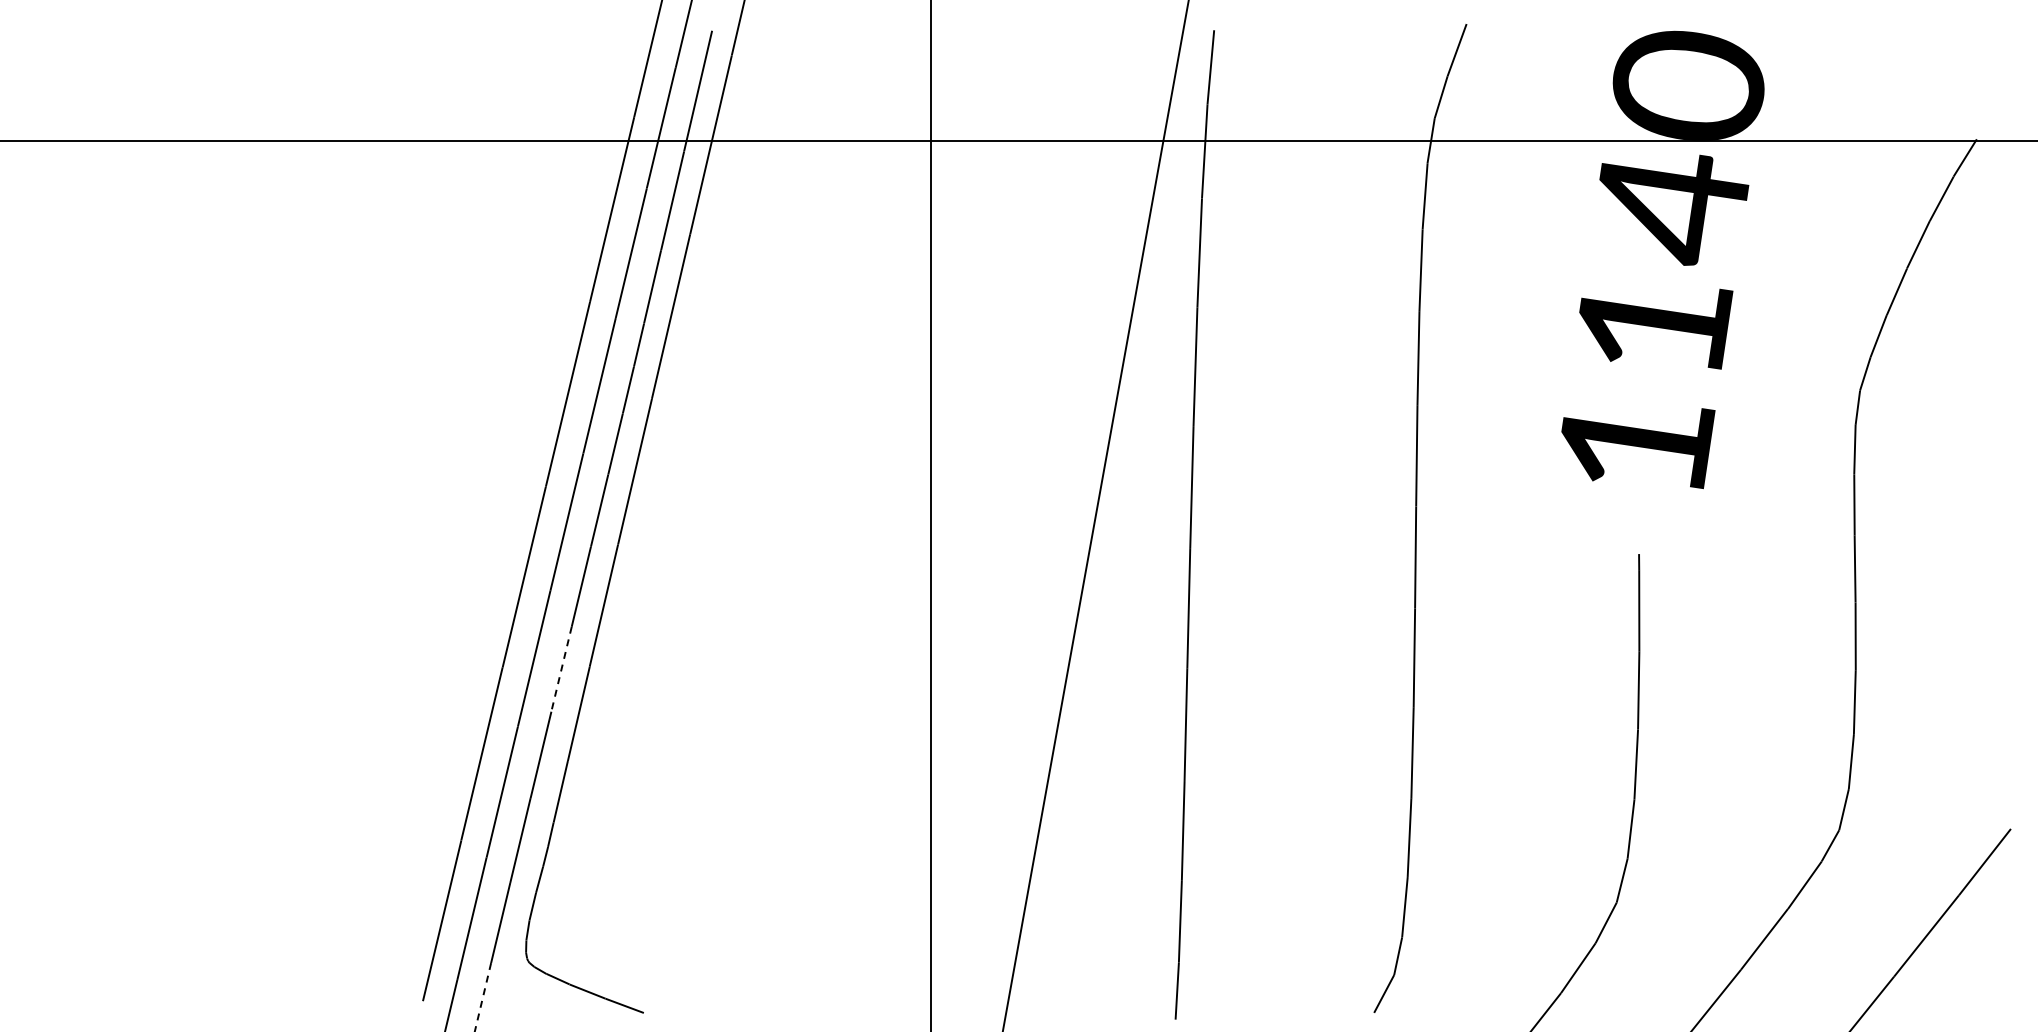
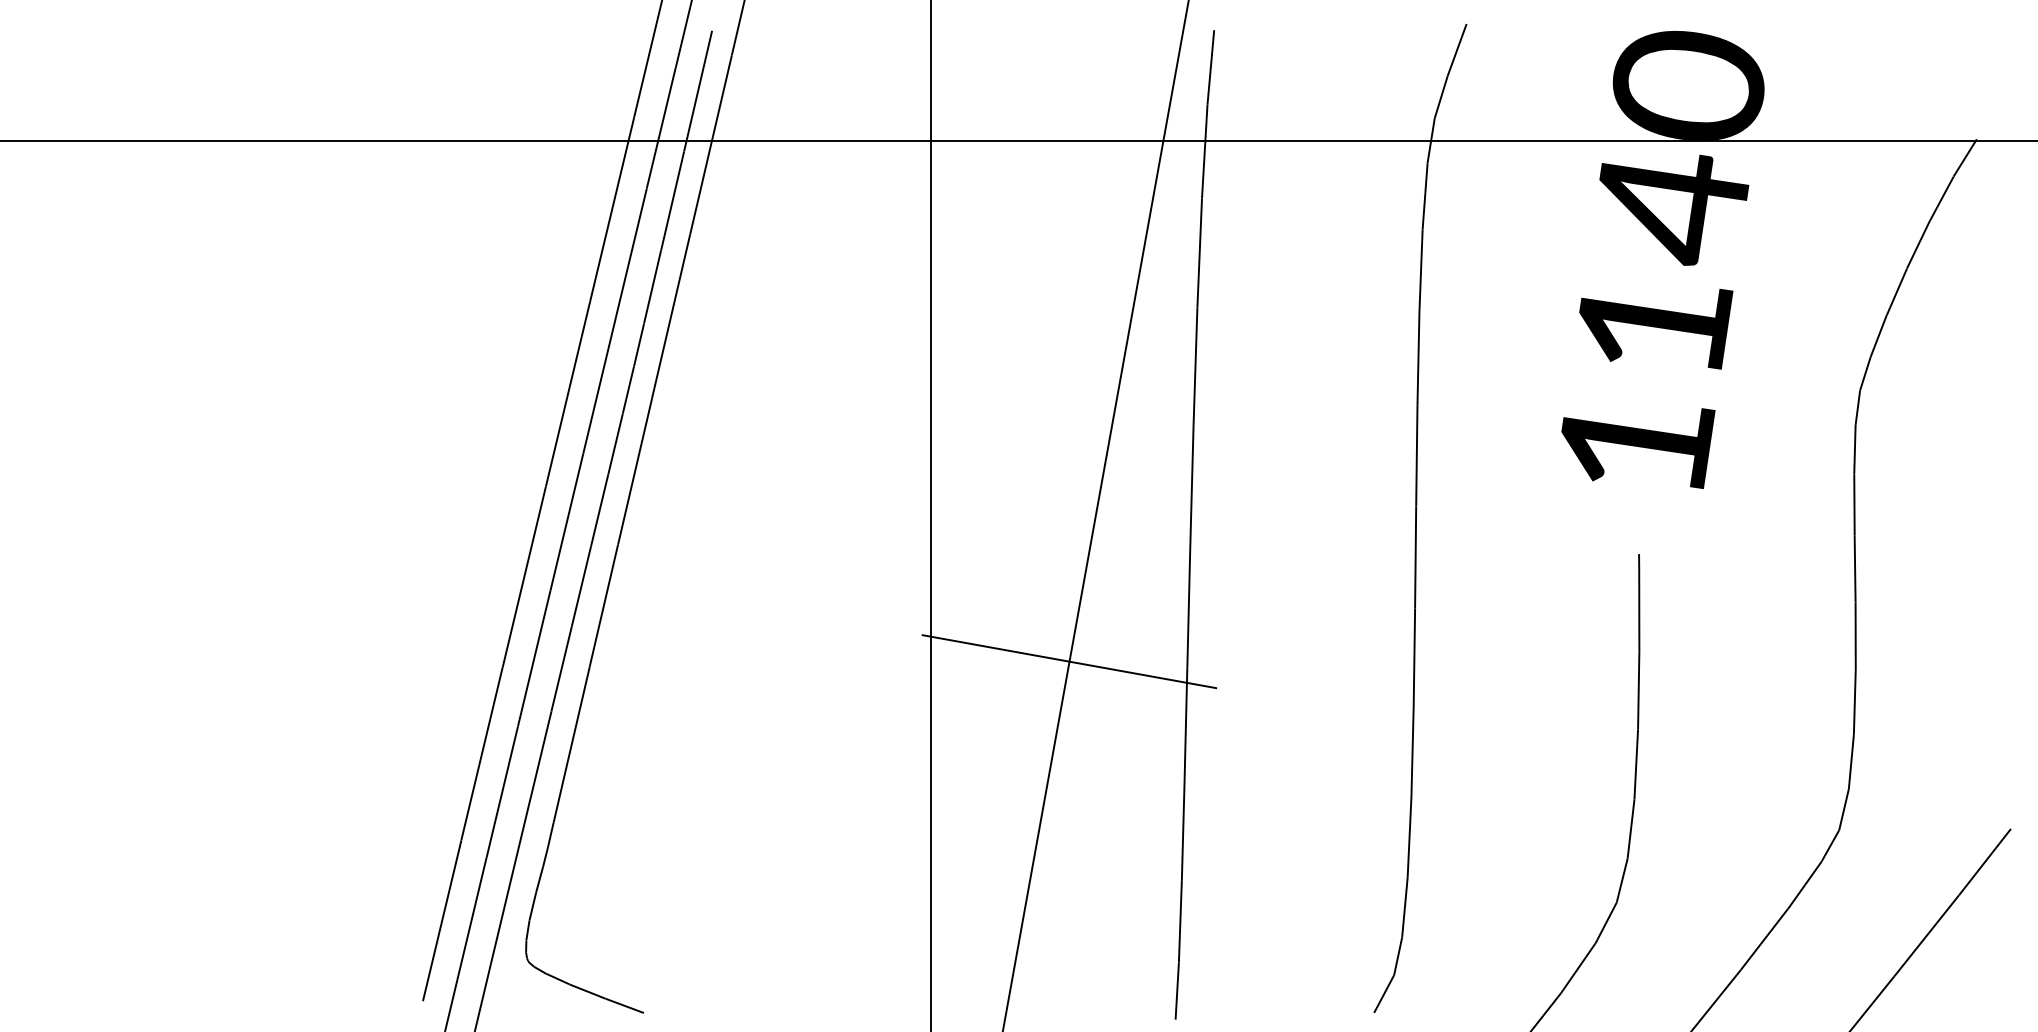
line at (1069, 661): none -> present
line at (561, 669): dashed -> solid
line at (482, 997): dashed -> solid
